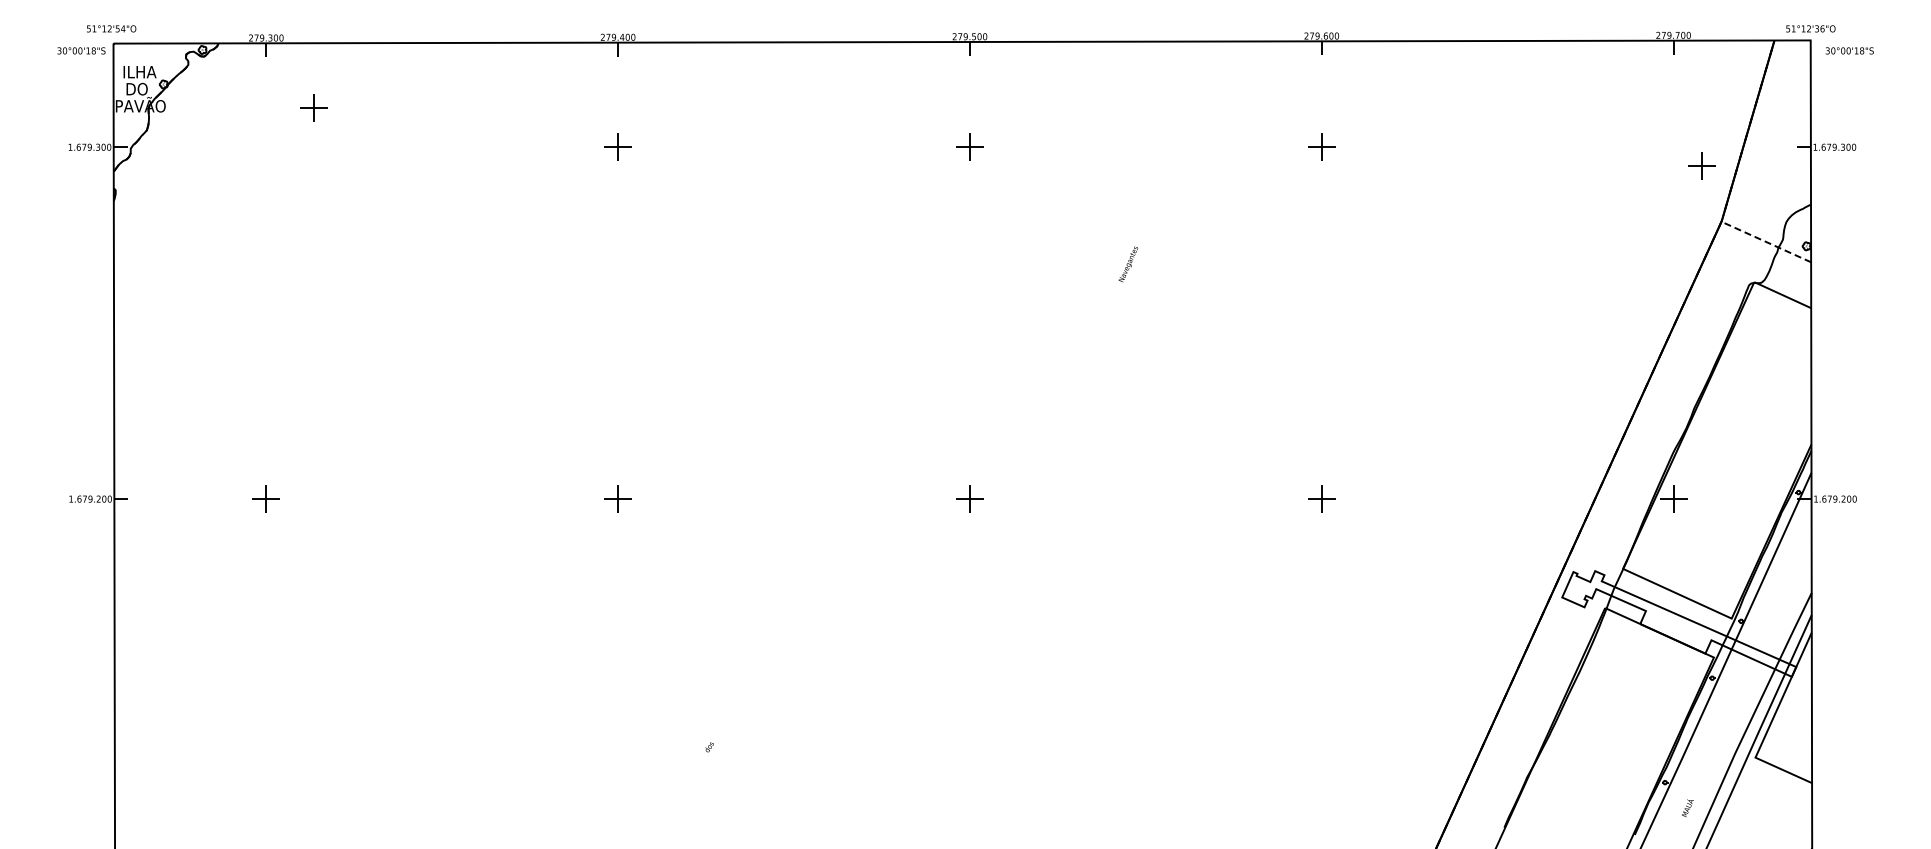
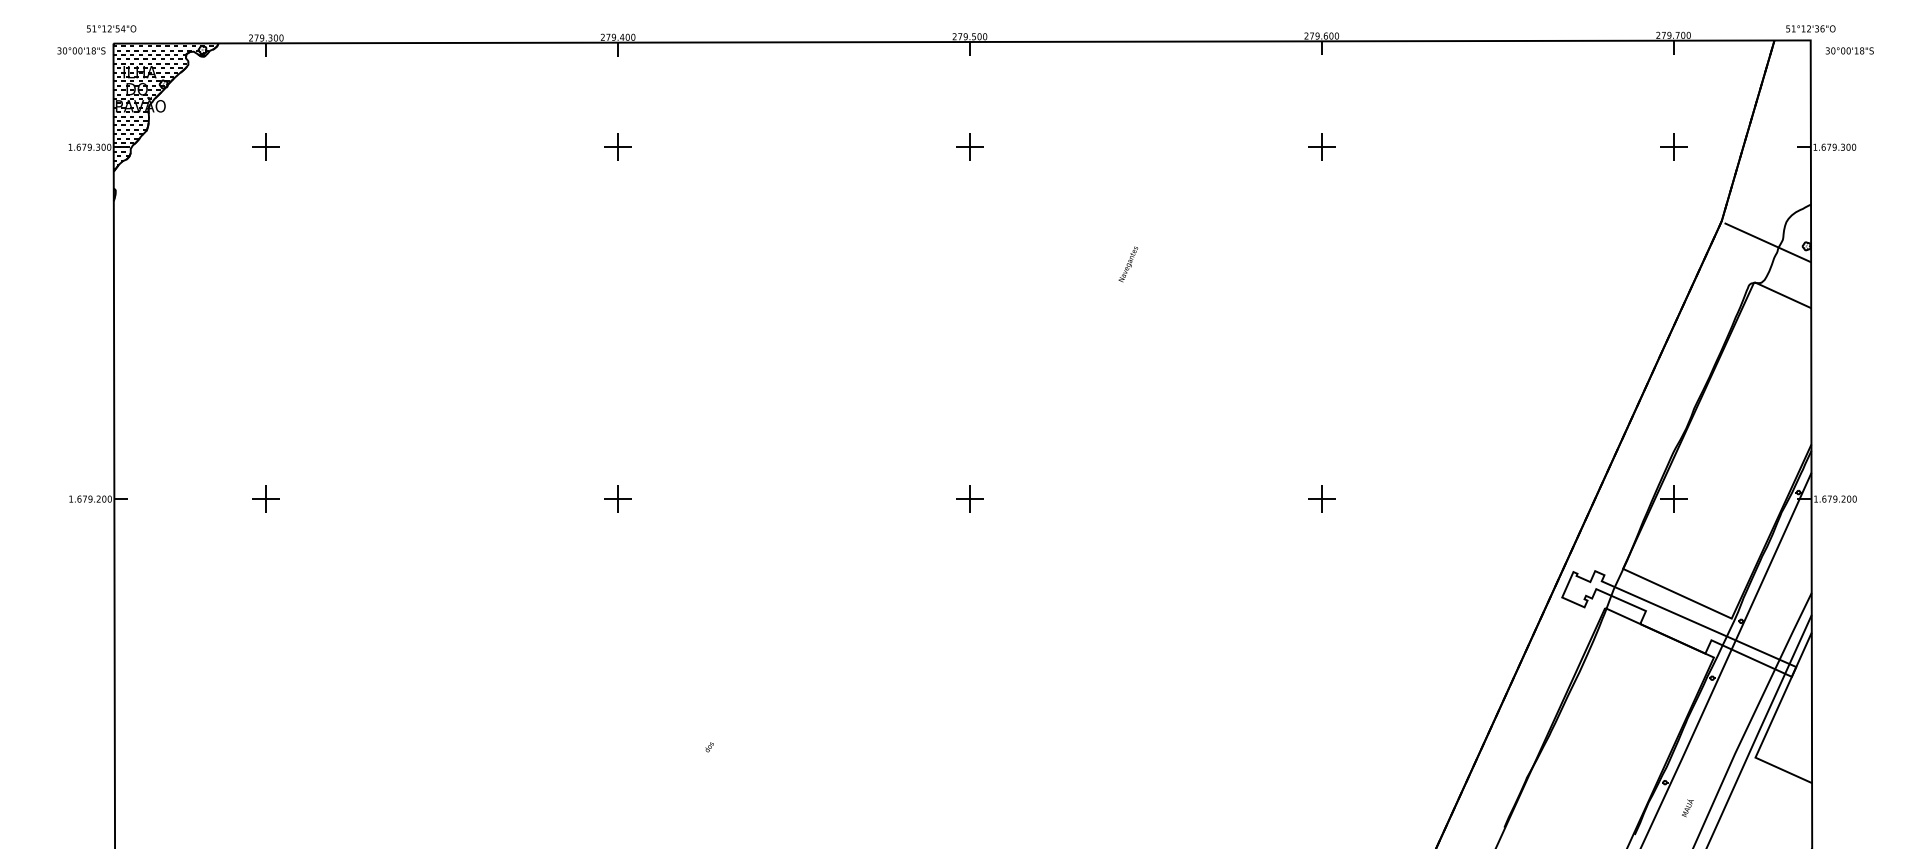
hatch at (163, 107): none -> present
part at (313, 107) position: (313, 107) -> (265, 146)
part at (1701, 165) position: (1701, 165) -> (1673, 146)
line at (1768, 242): dashed -> solid
